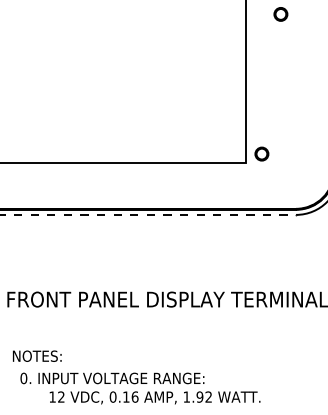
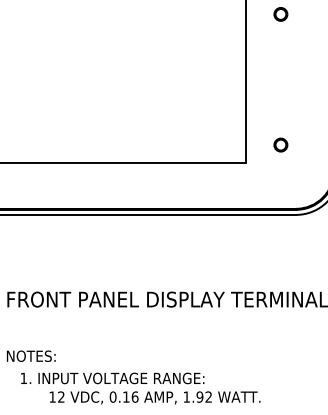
circle at (261, 153) position: (261, 153) -> (280, 144)
line at (148, 214): dashed -> solid
text at (37, 355) position: (37, 355) -> (31, 355)
text at (23, 378): 0. -> 1.
